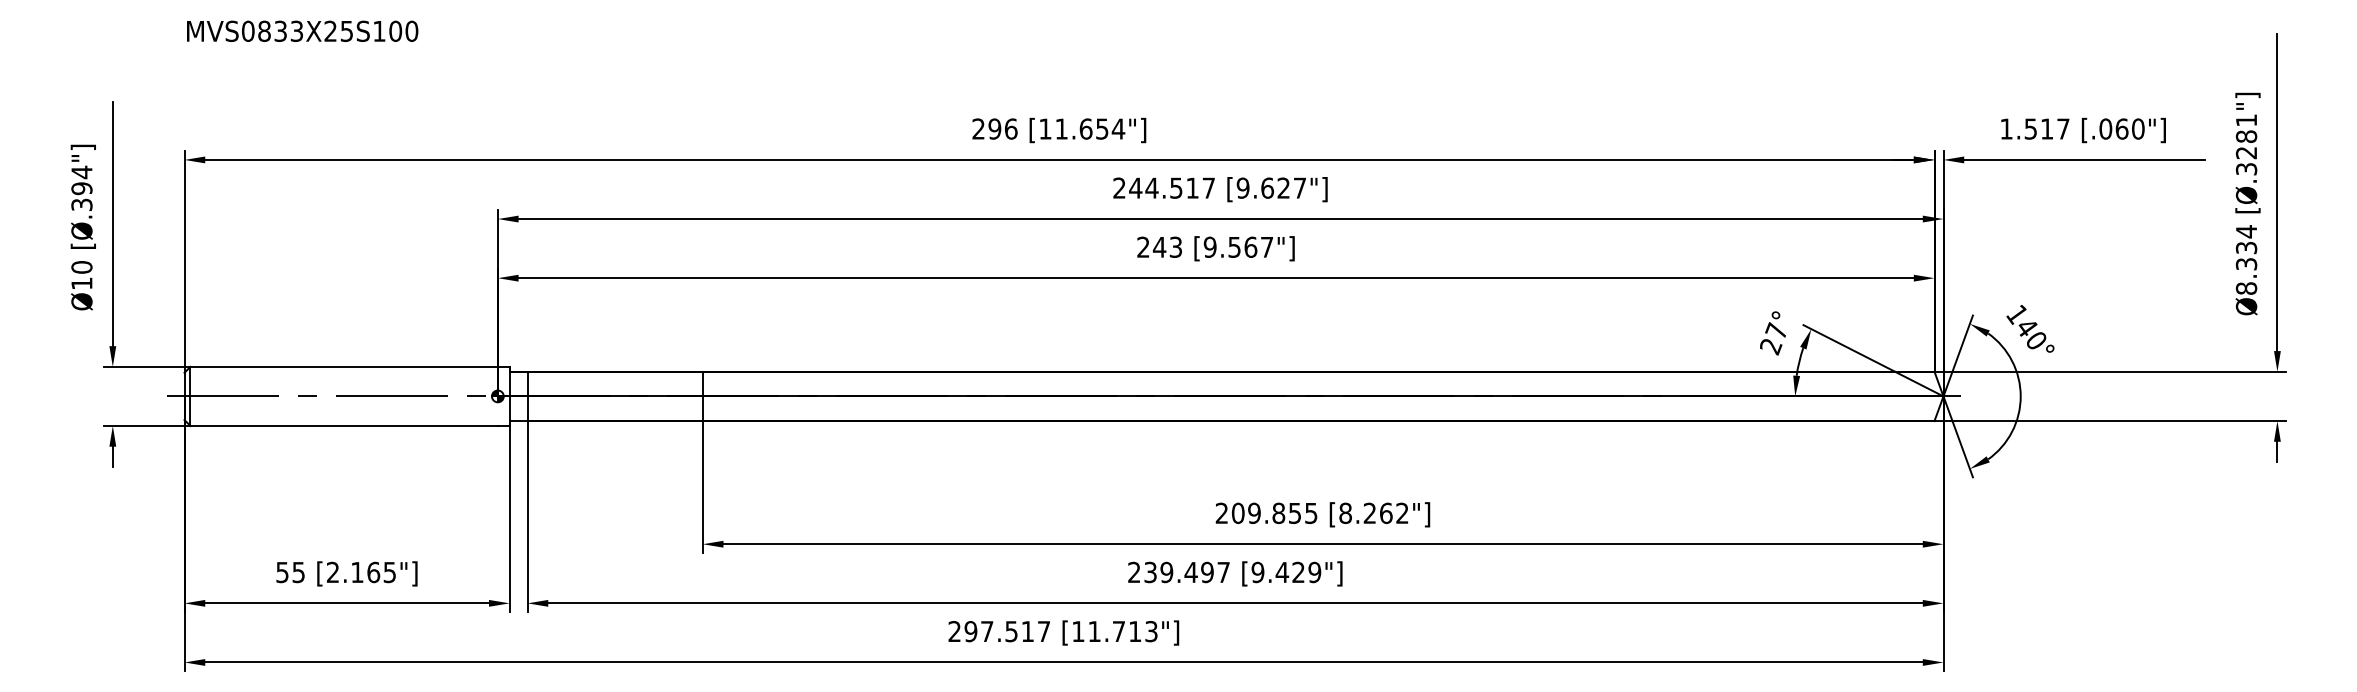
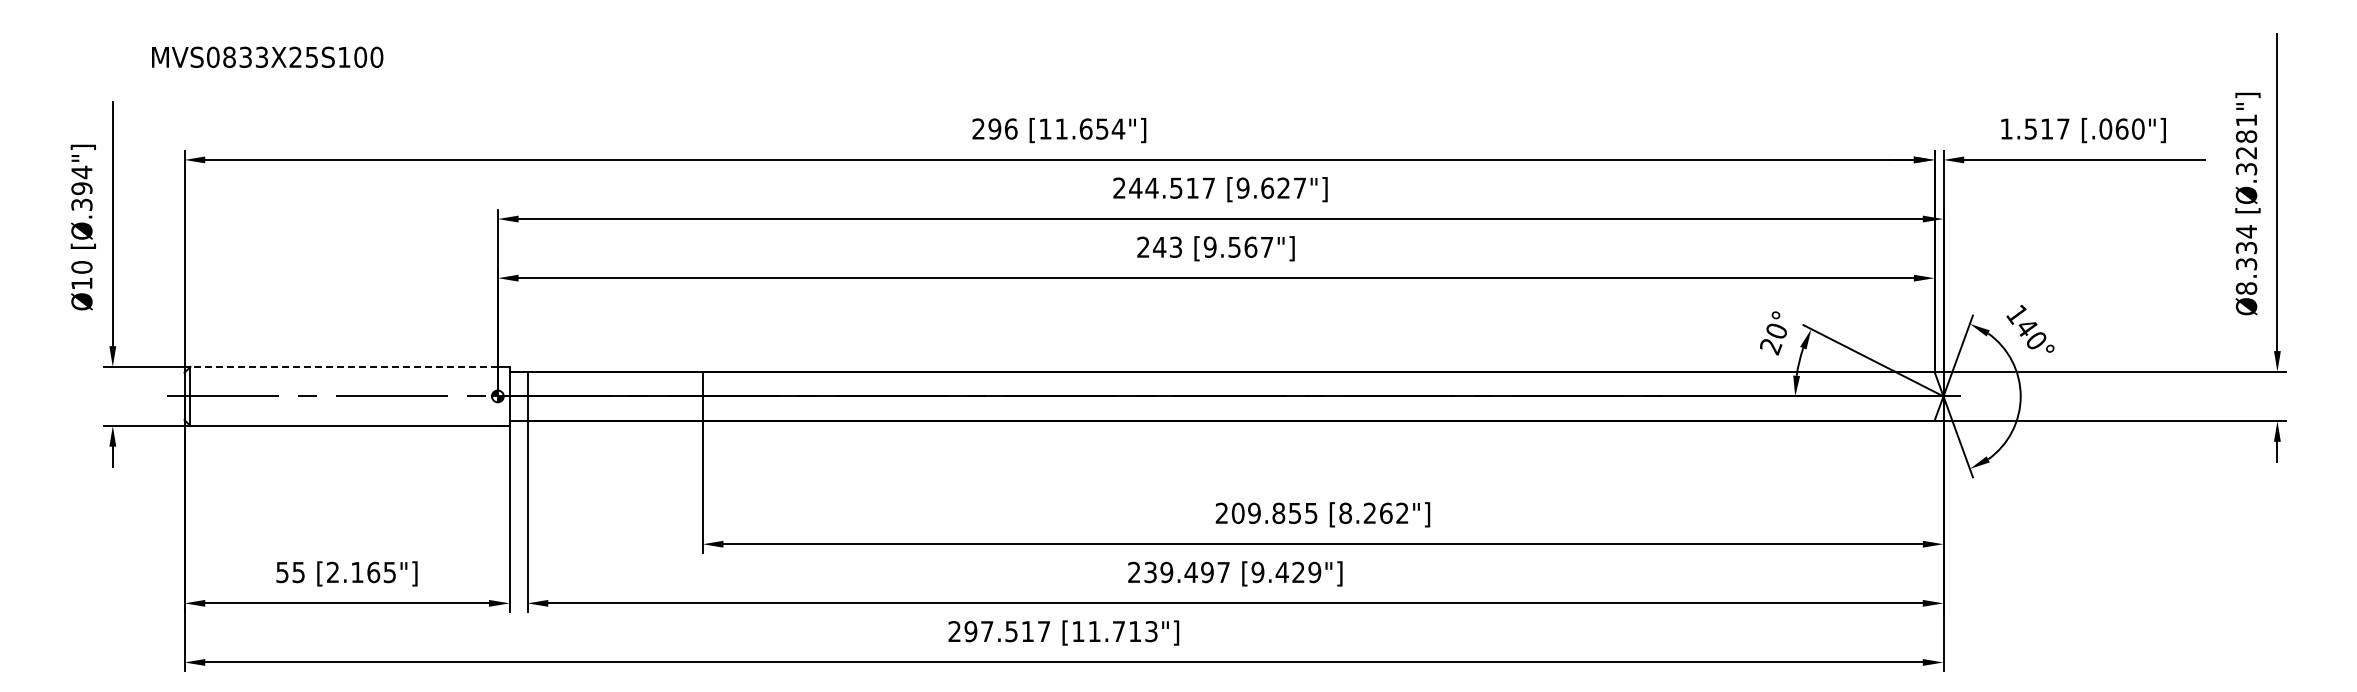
text at (302, 30) position: (302, 30) -> (267, 56)
text at (1775, 330): 27° -> 20°
line at (344, 366): solid -> dashed
